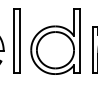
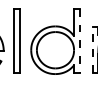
line at (79, 41): solid -> dashed
line at (92, 49): solid -> dashed
